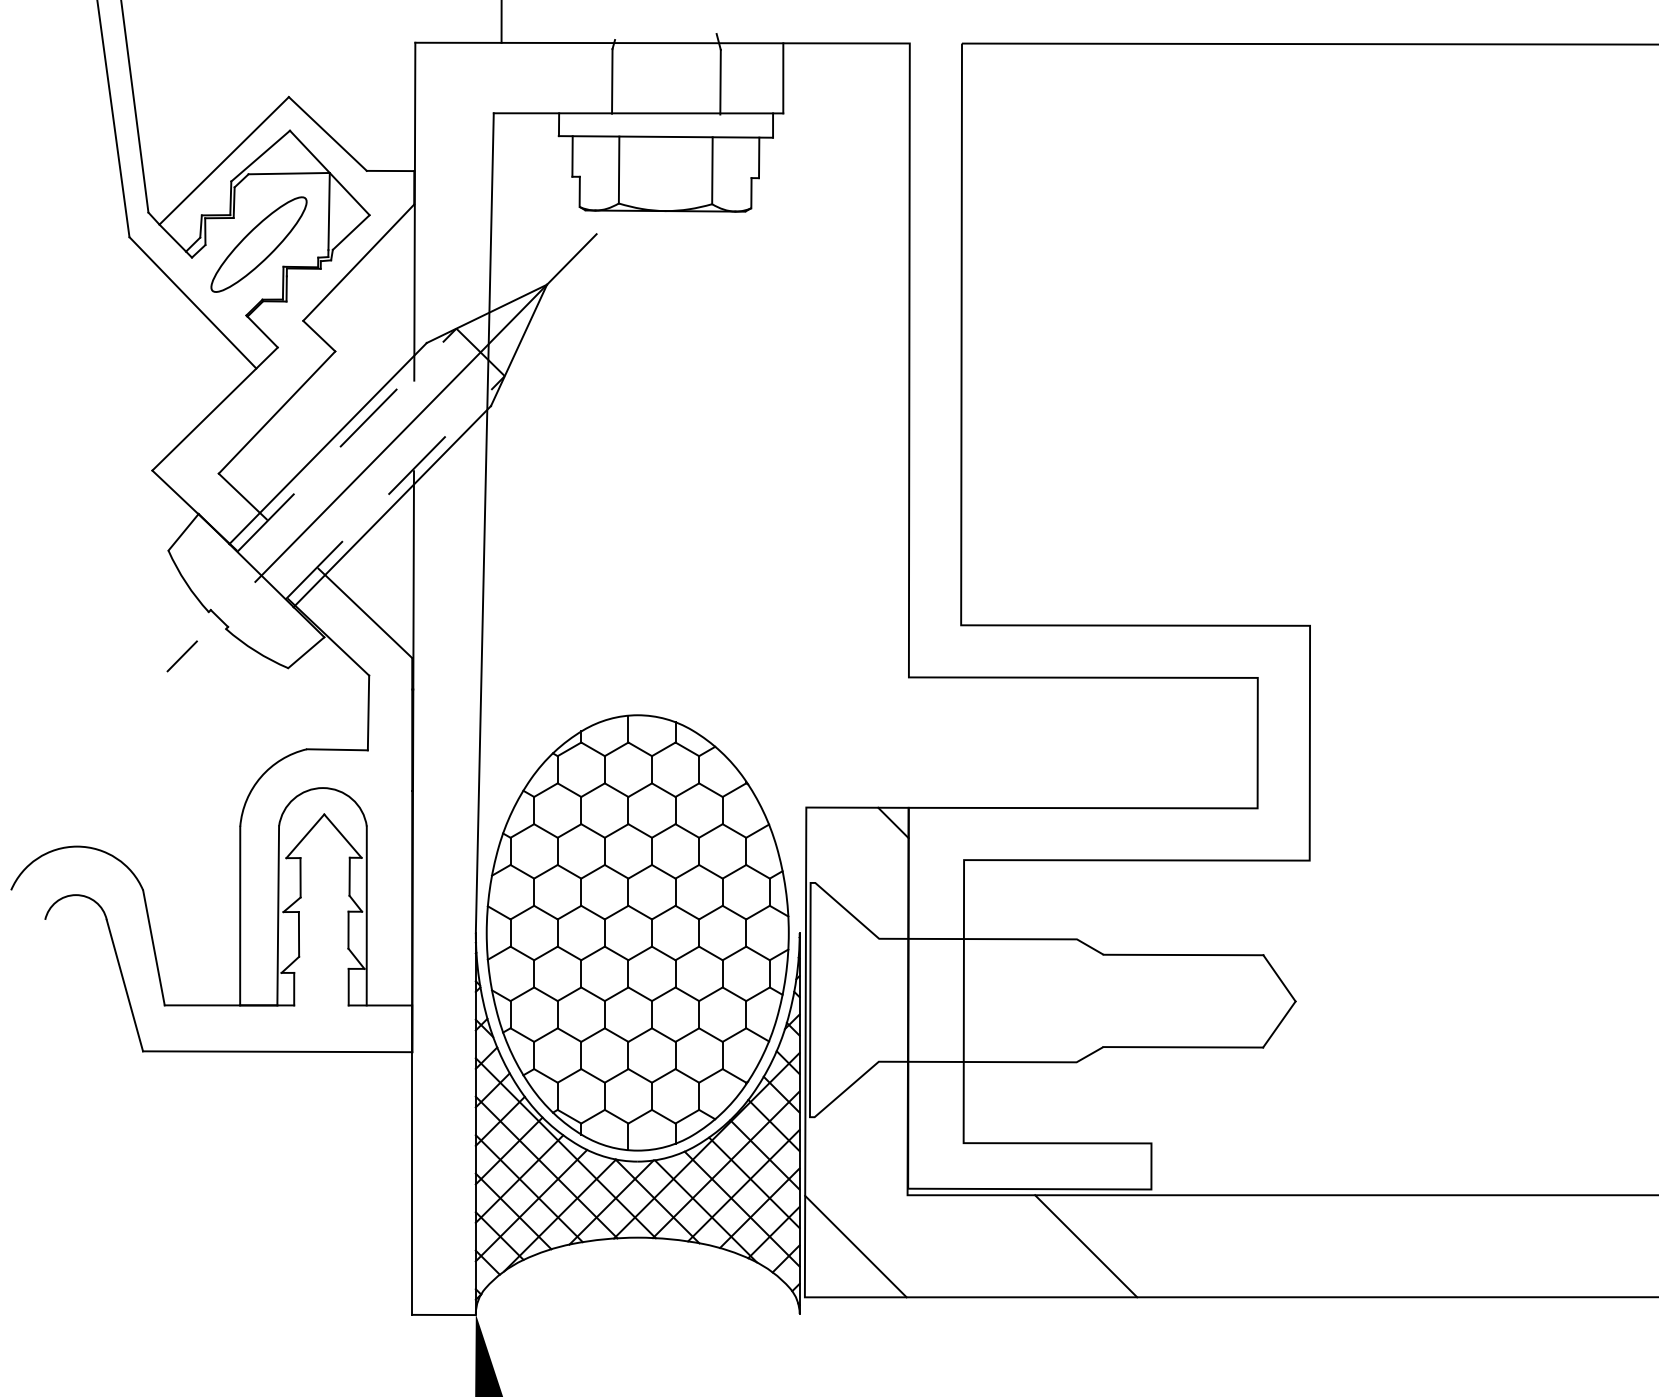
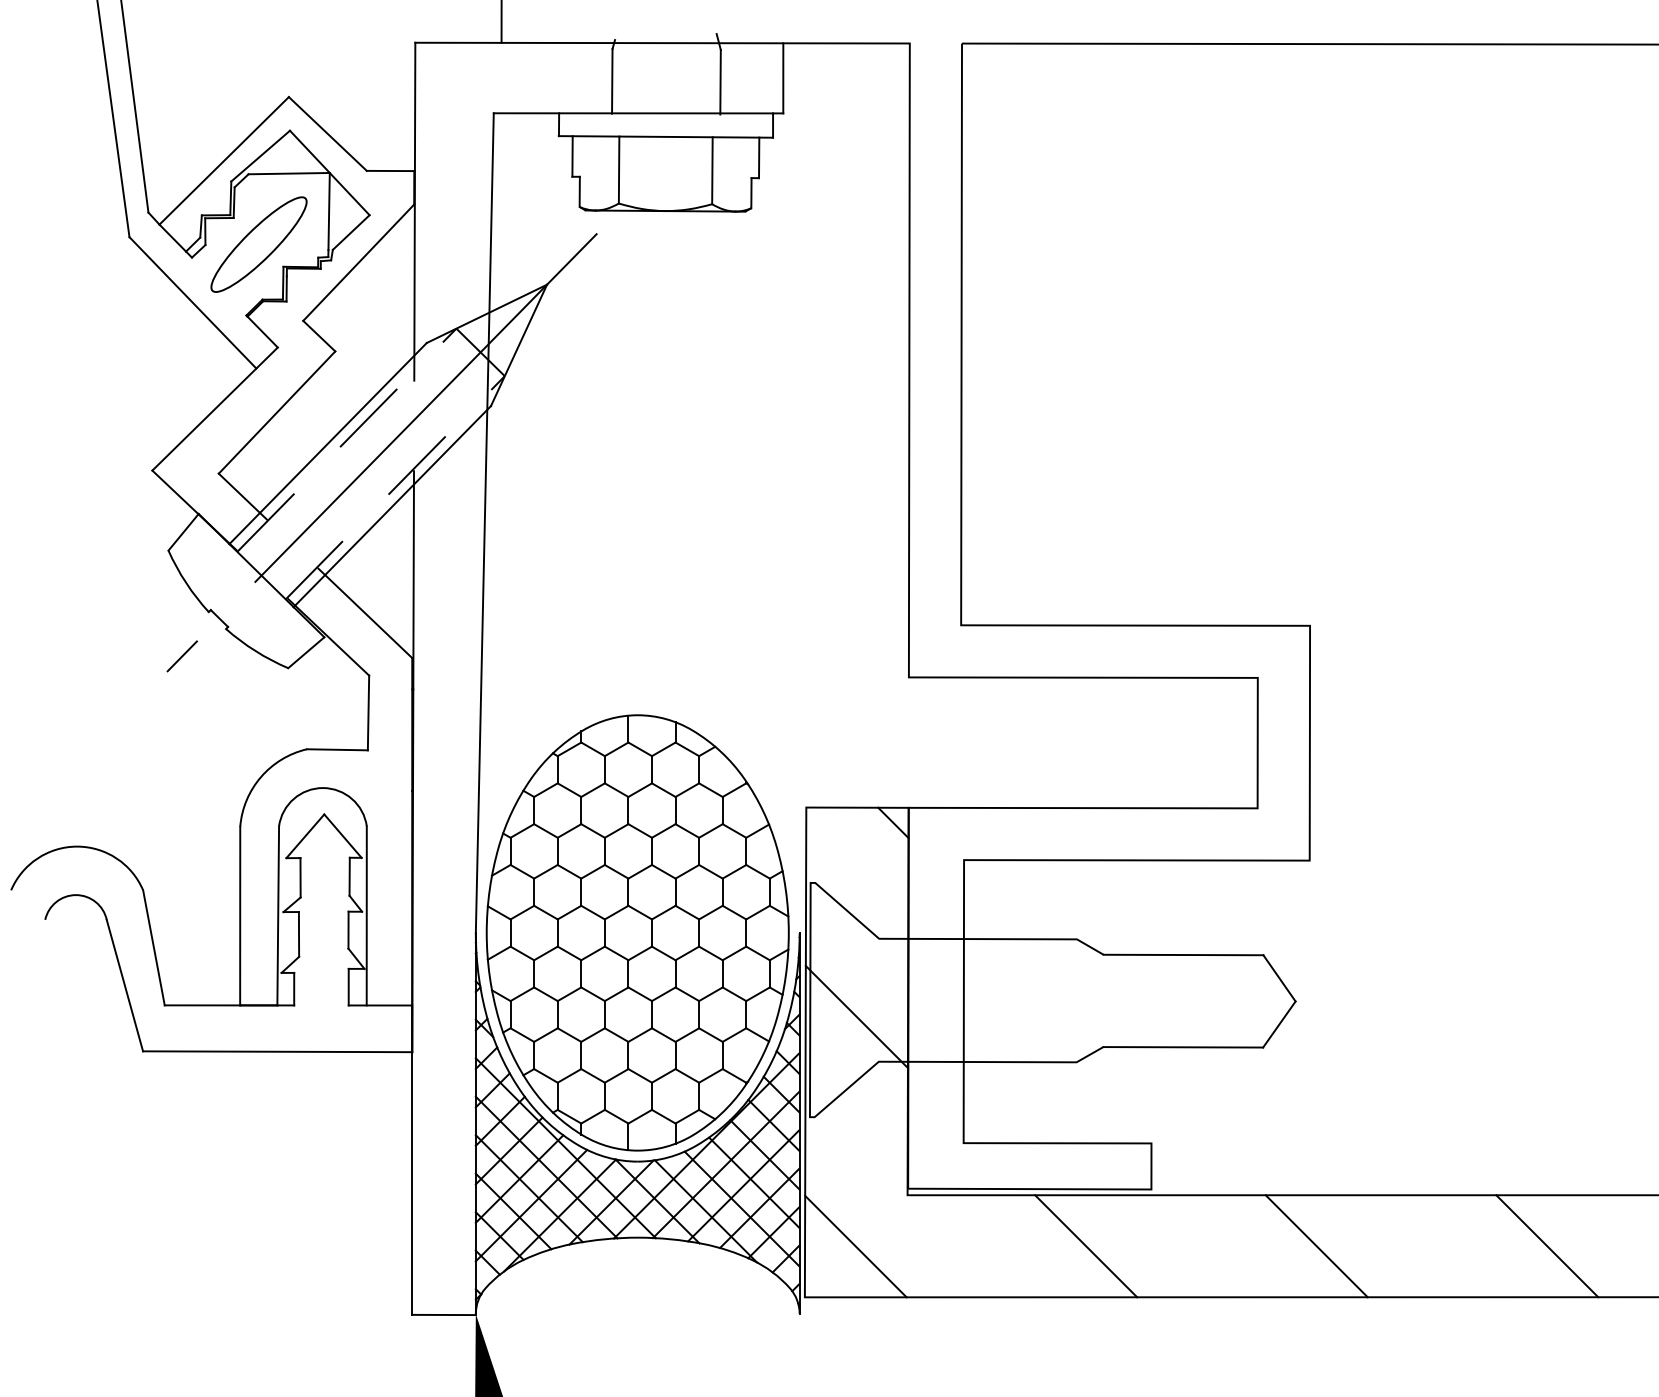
line at (856, 1016): none -> present
line at (1316, 1246): none -> present
line at (1547, 1246): none -> present
